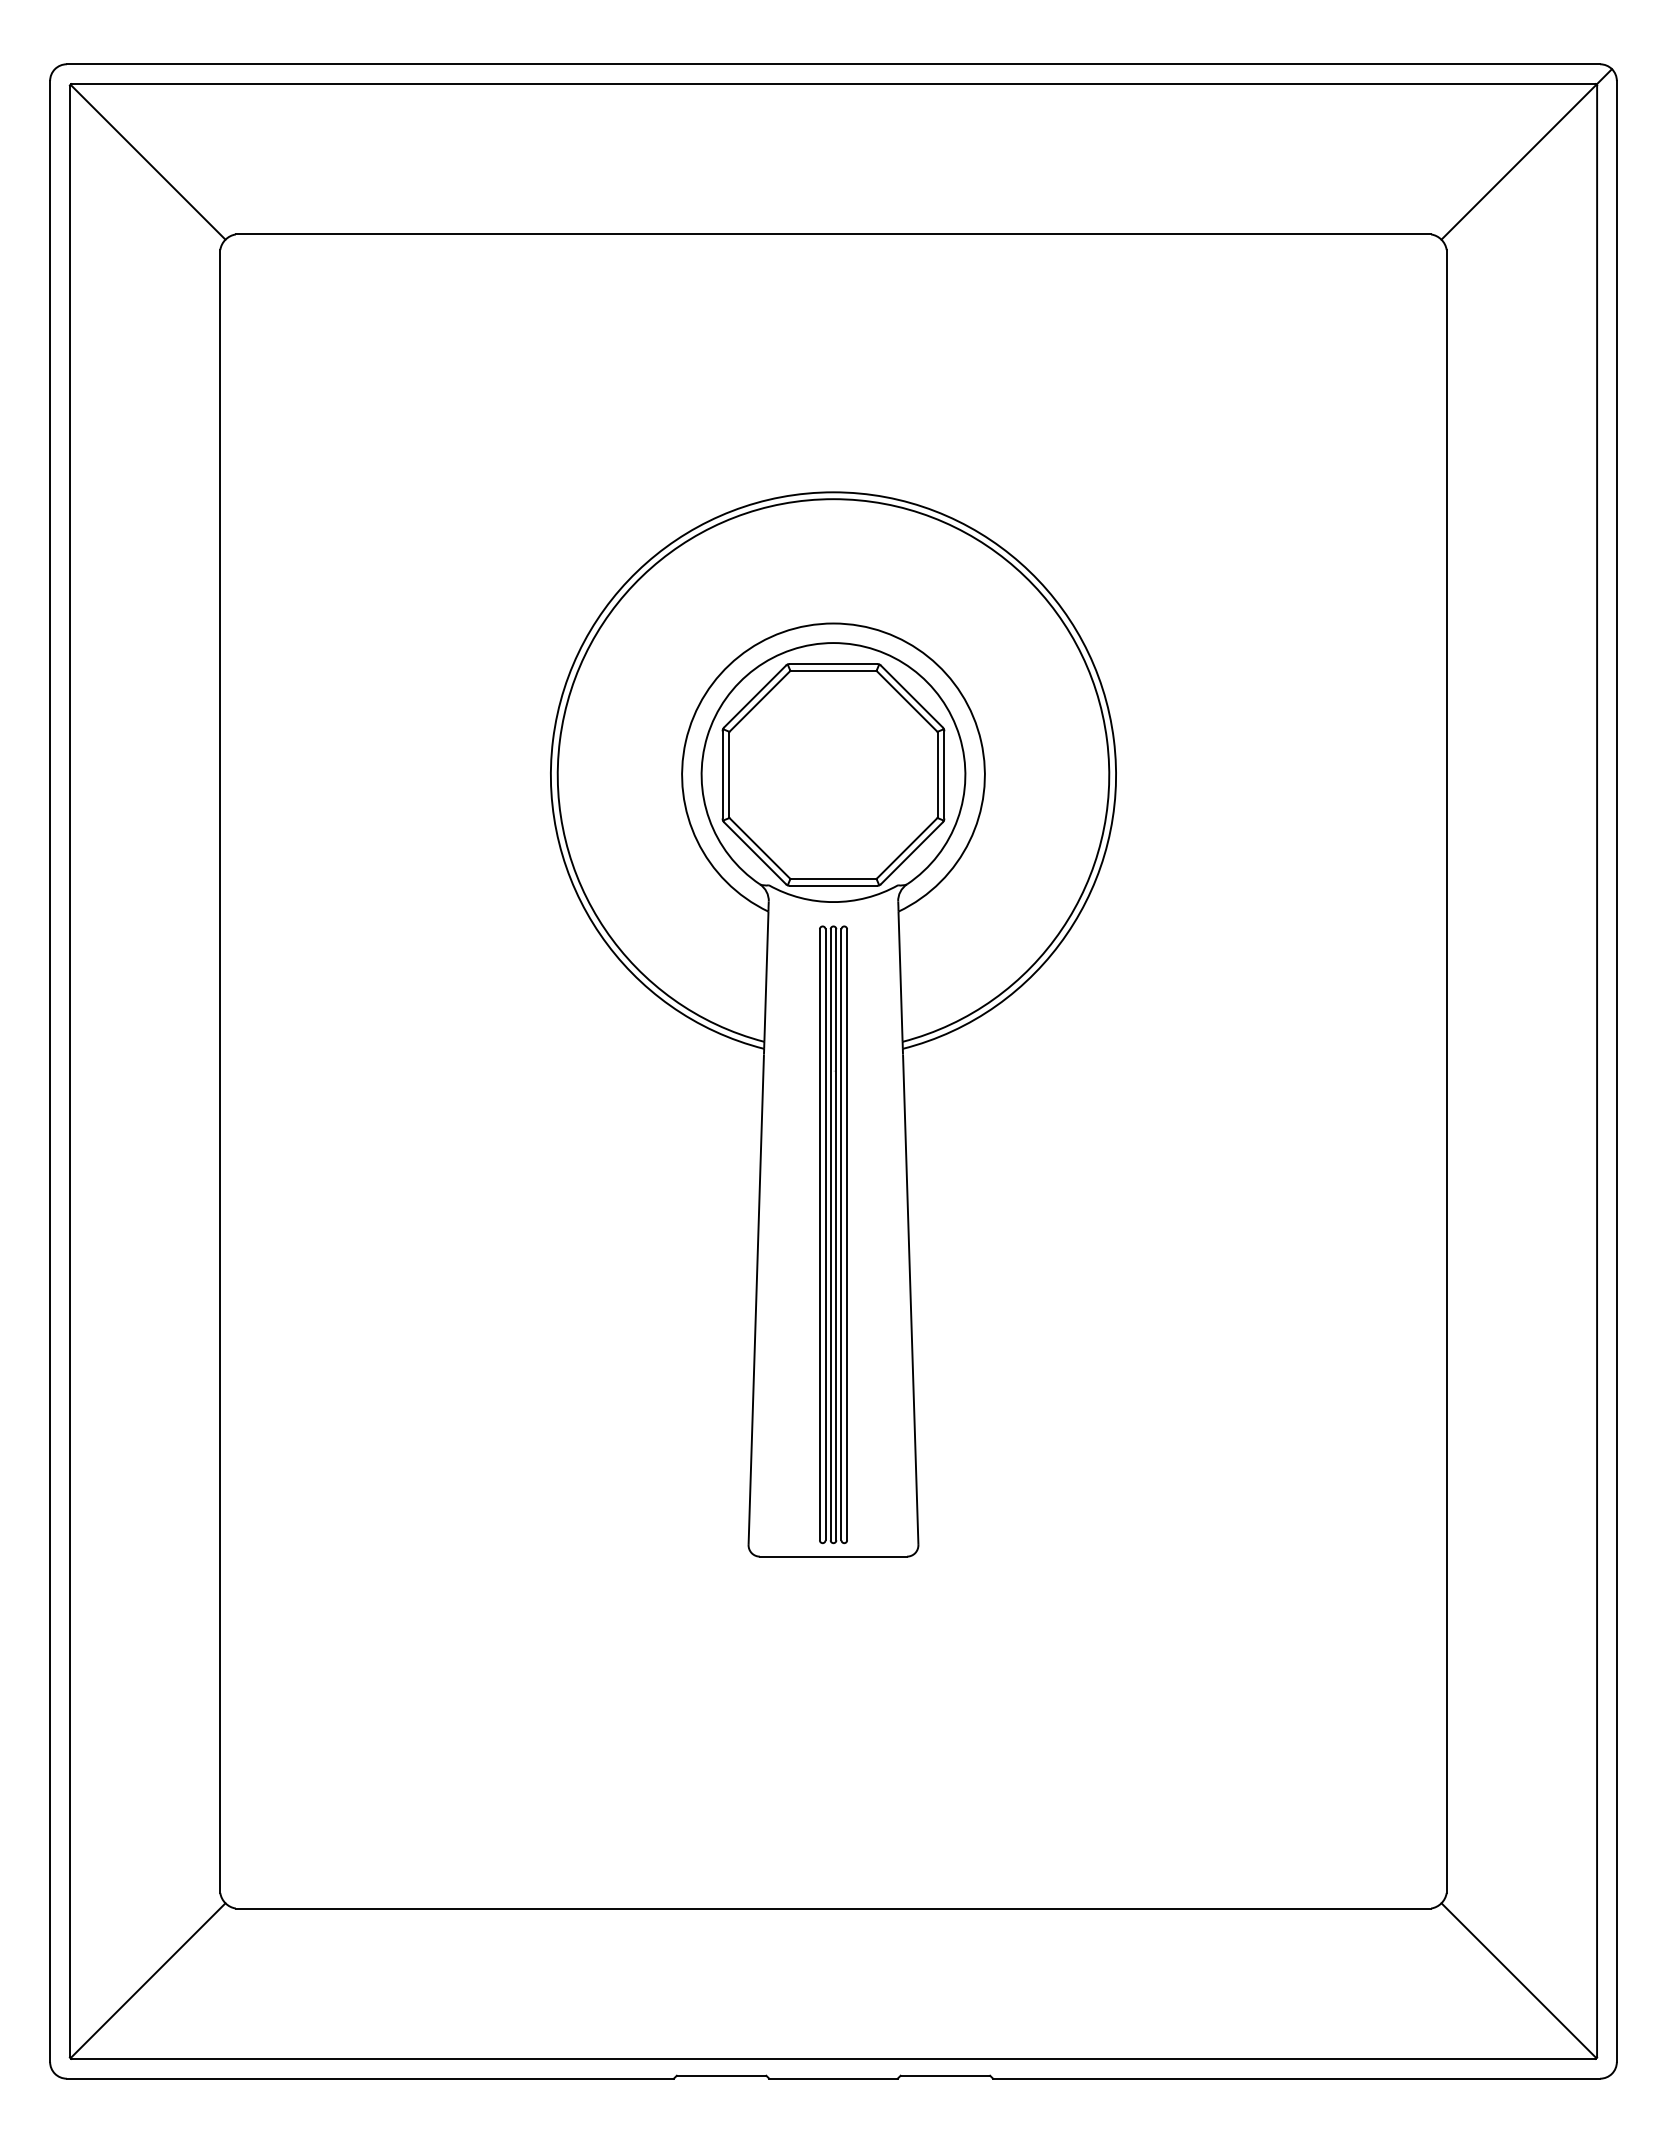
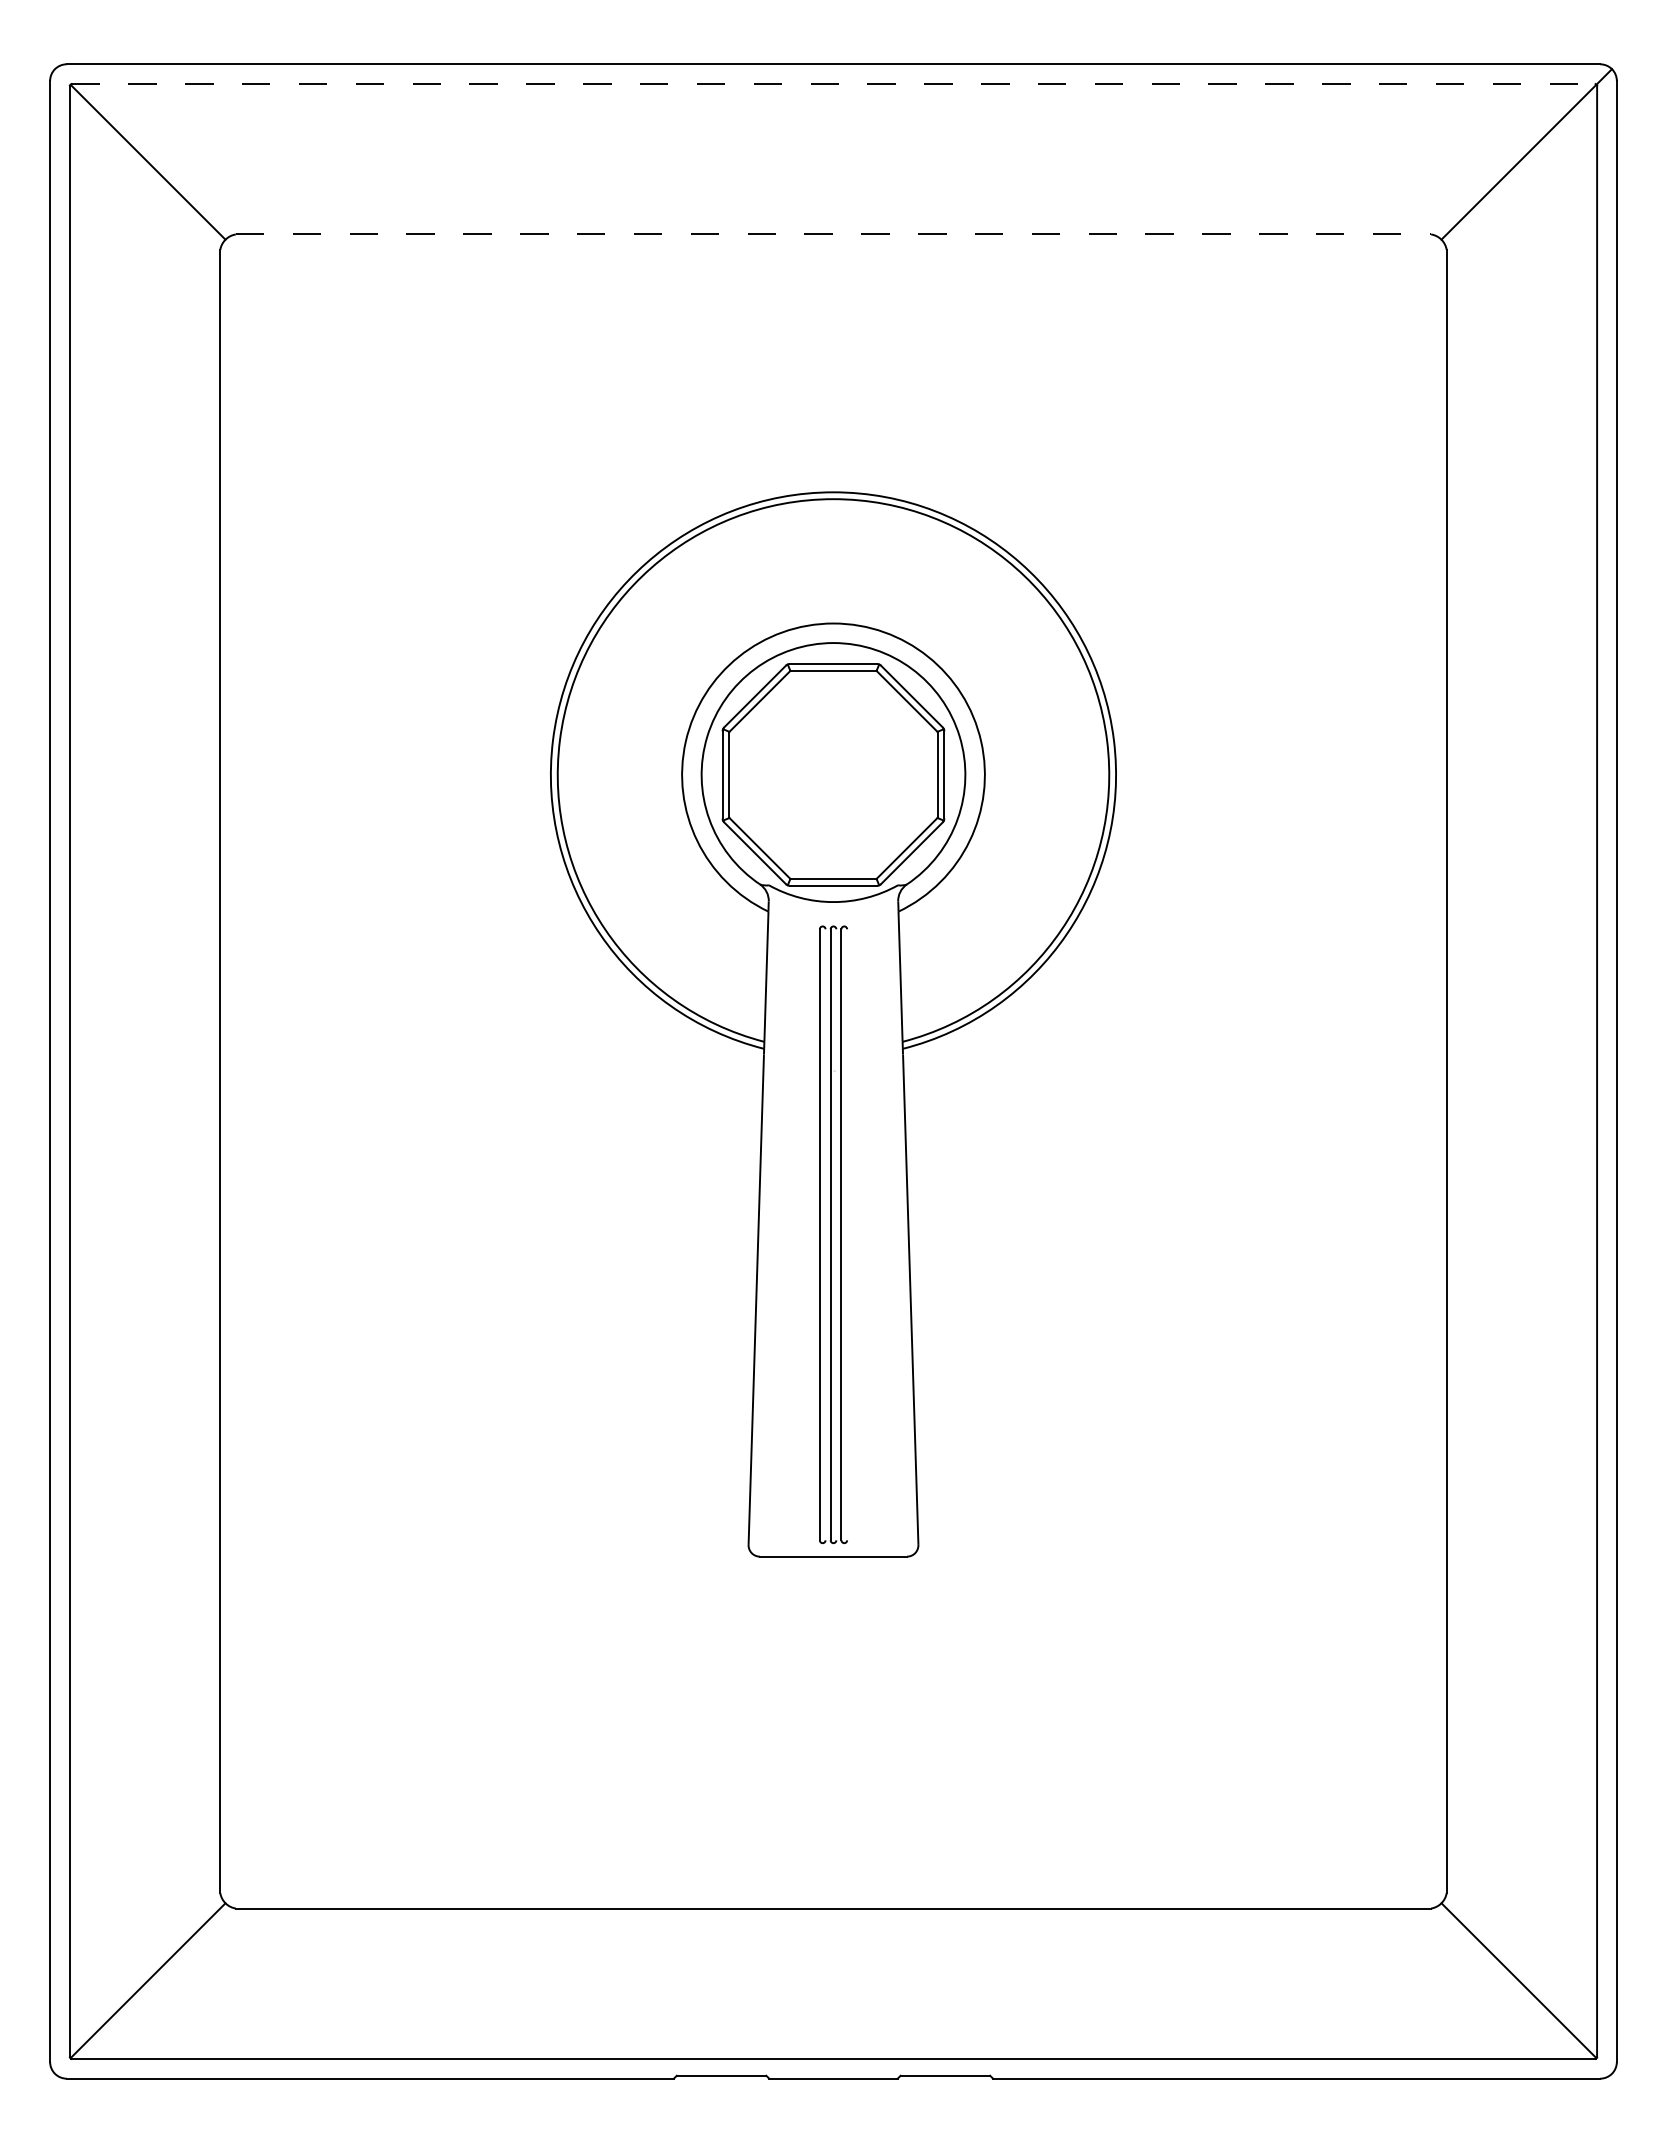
line at (833, 84): solid -> dashed
line at (833, 234): solid -> dashed
line at (825, 1234): present -> none
line at (836, 1234): present -> none
line at (847, 1234): present -> none
